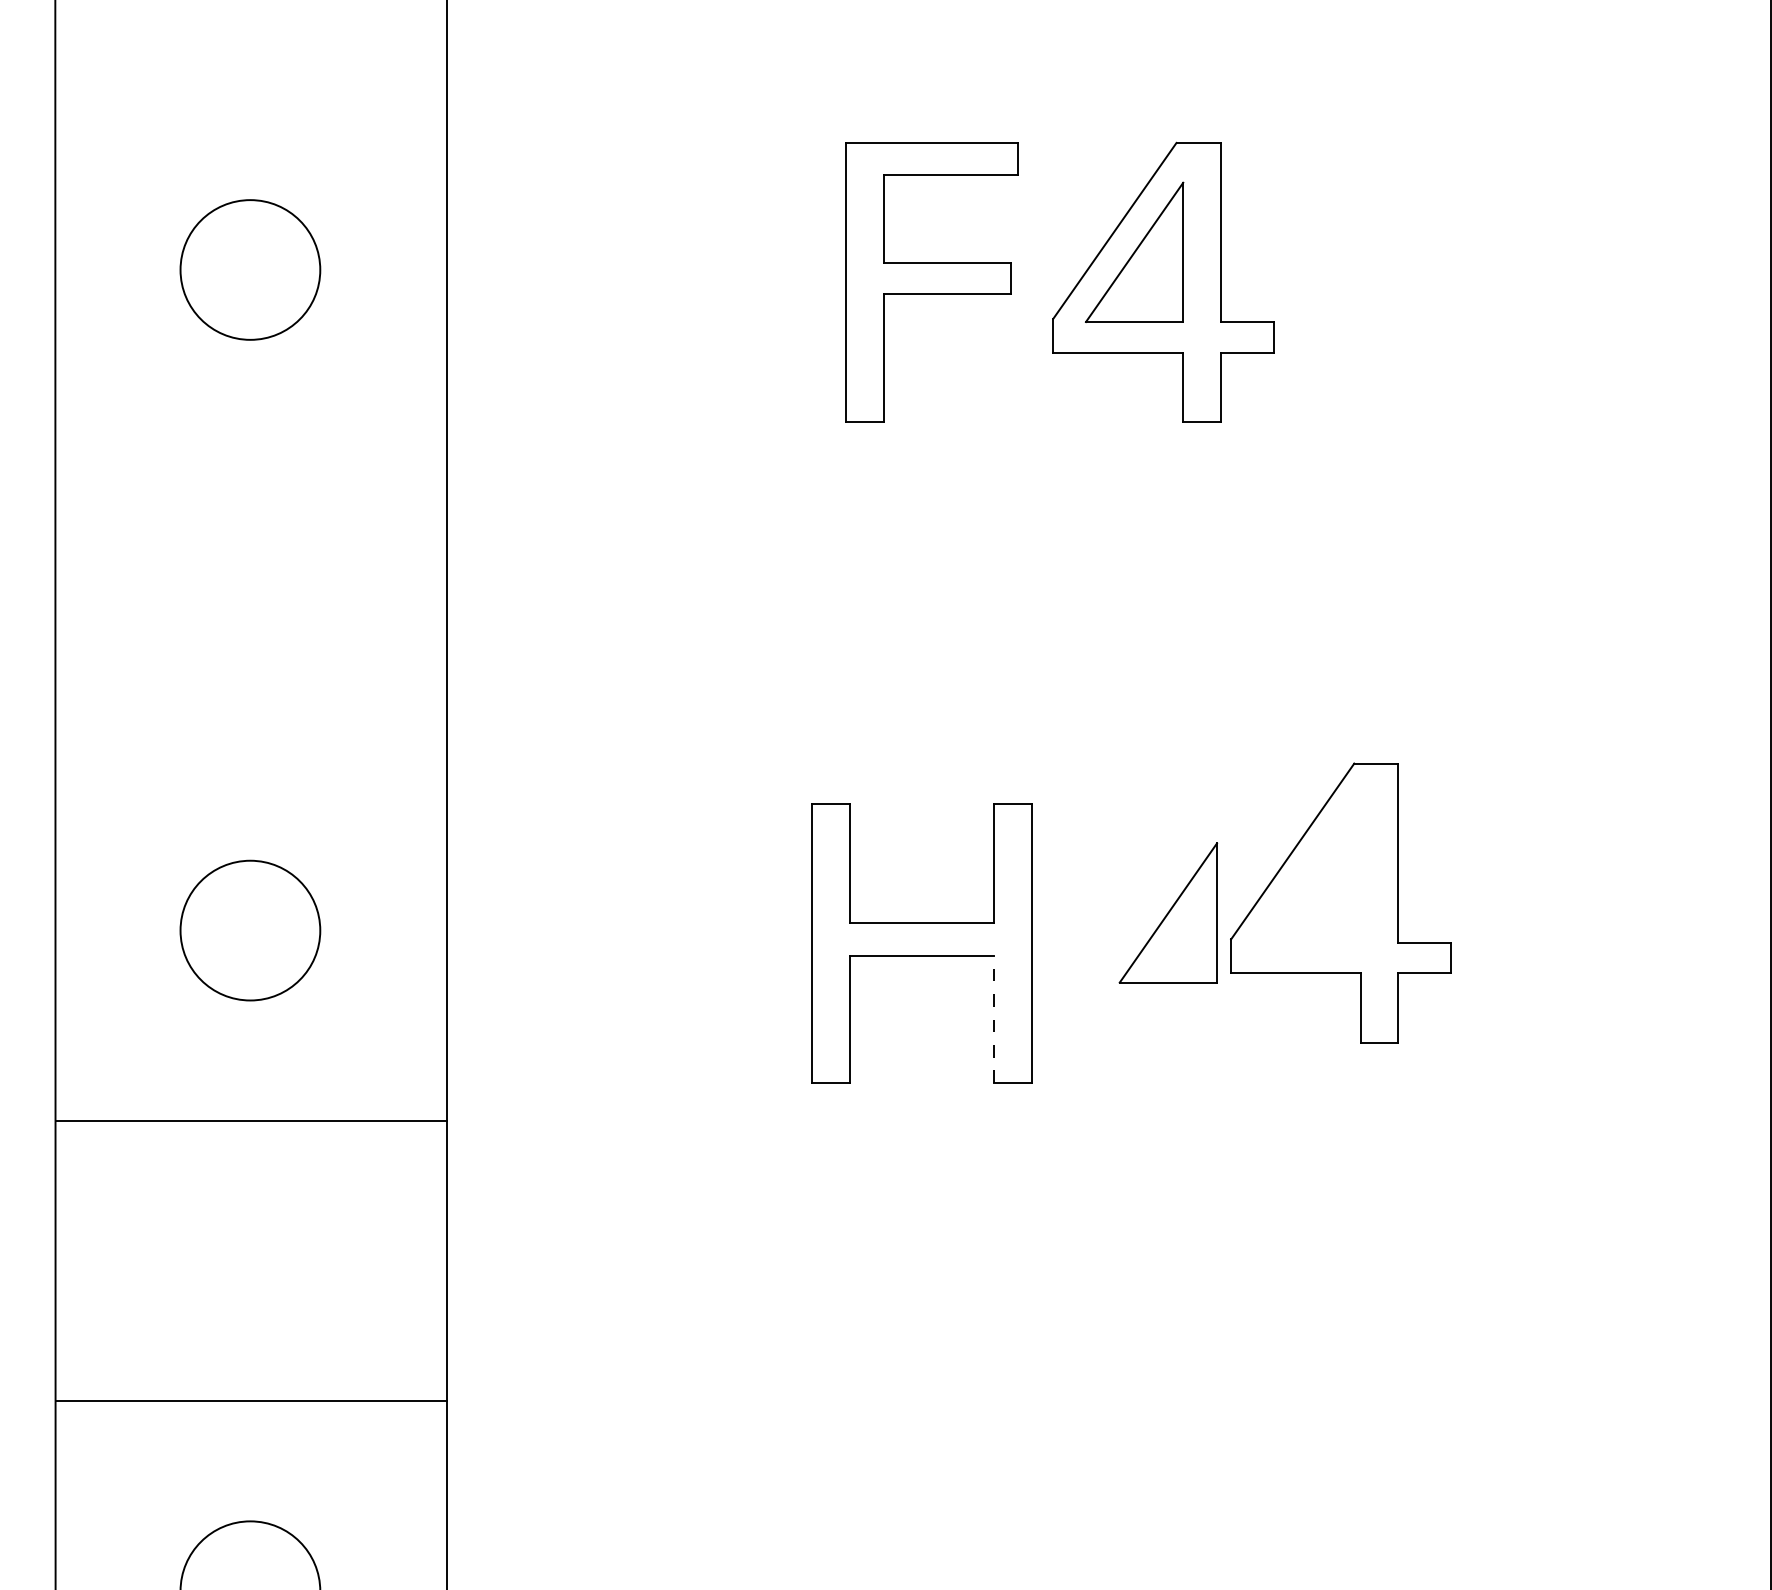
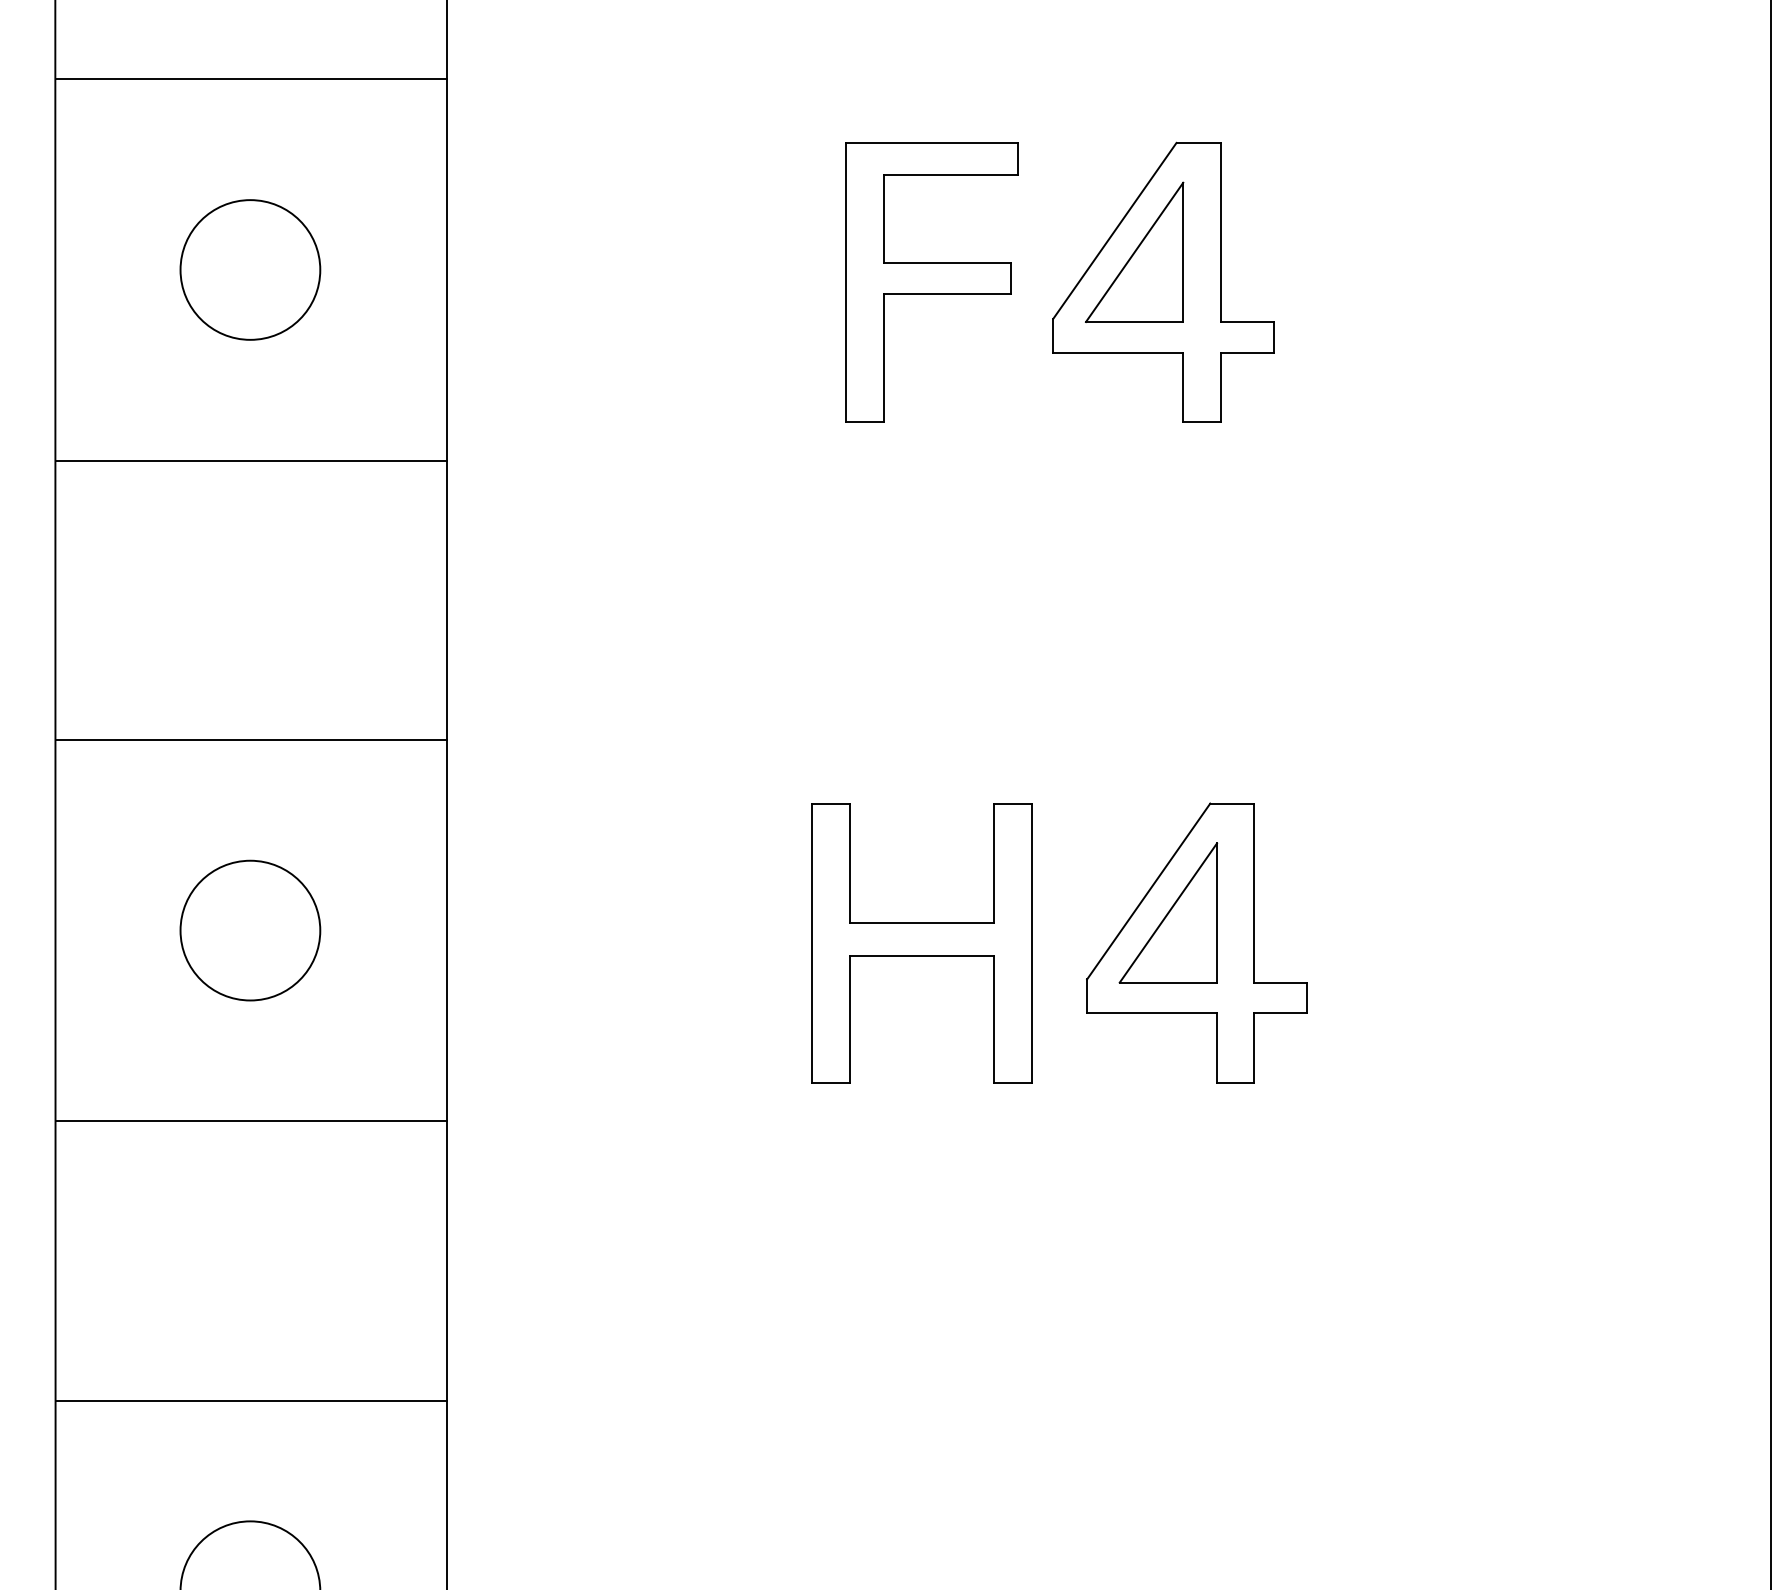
line at (251, 79): none -> present
line at (251, 460): none -> present
line at (251, 740): none -> present
part at (1340, 902) position: (1340, 902) -> (1196, 942)
line at (994, 1019): dashed -> solid
